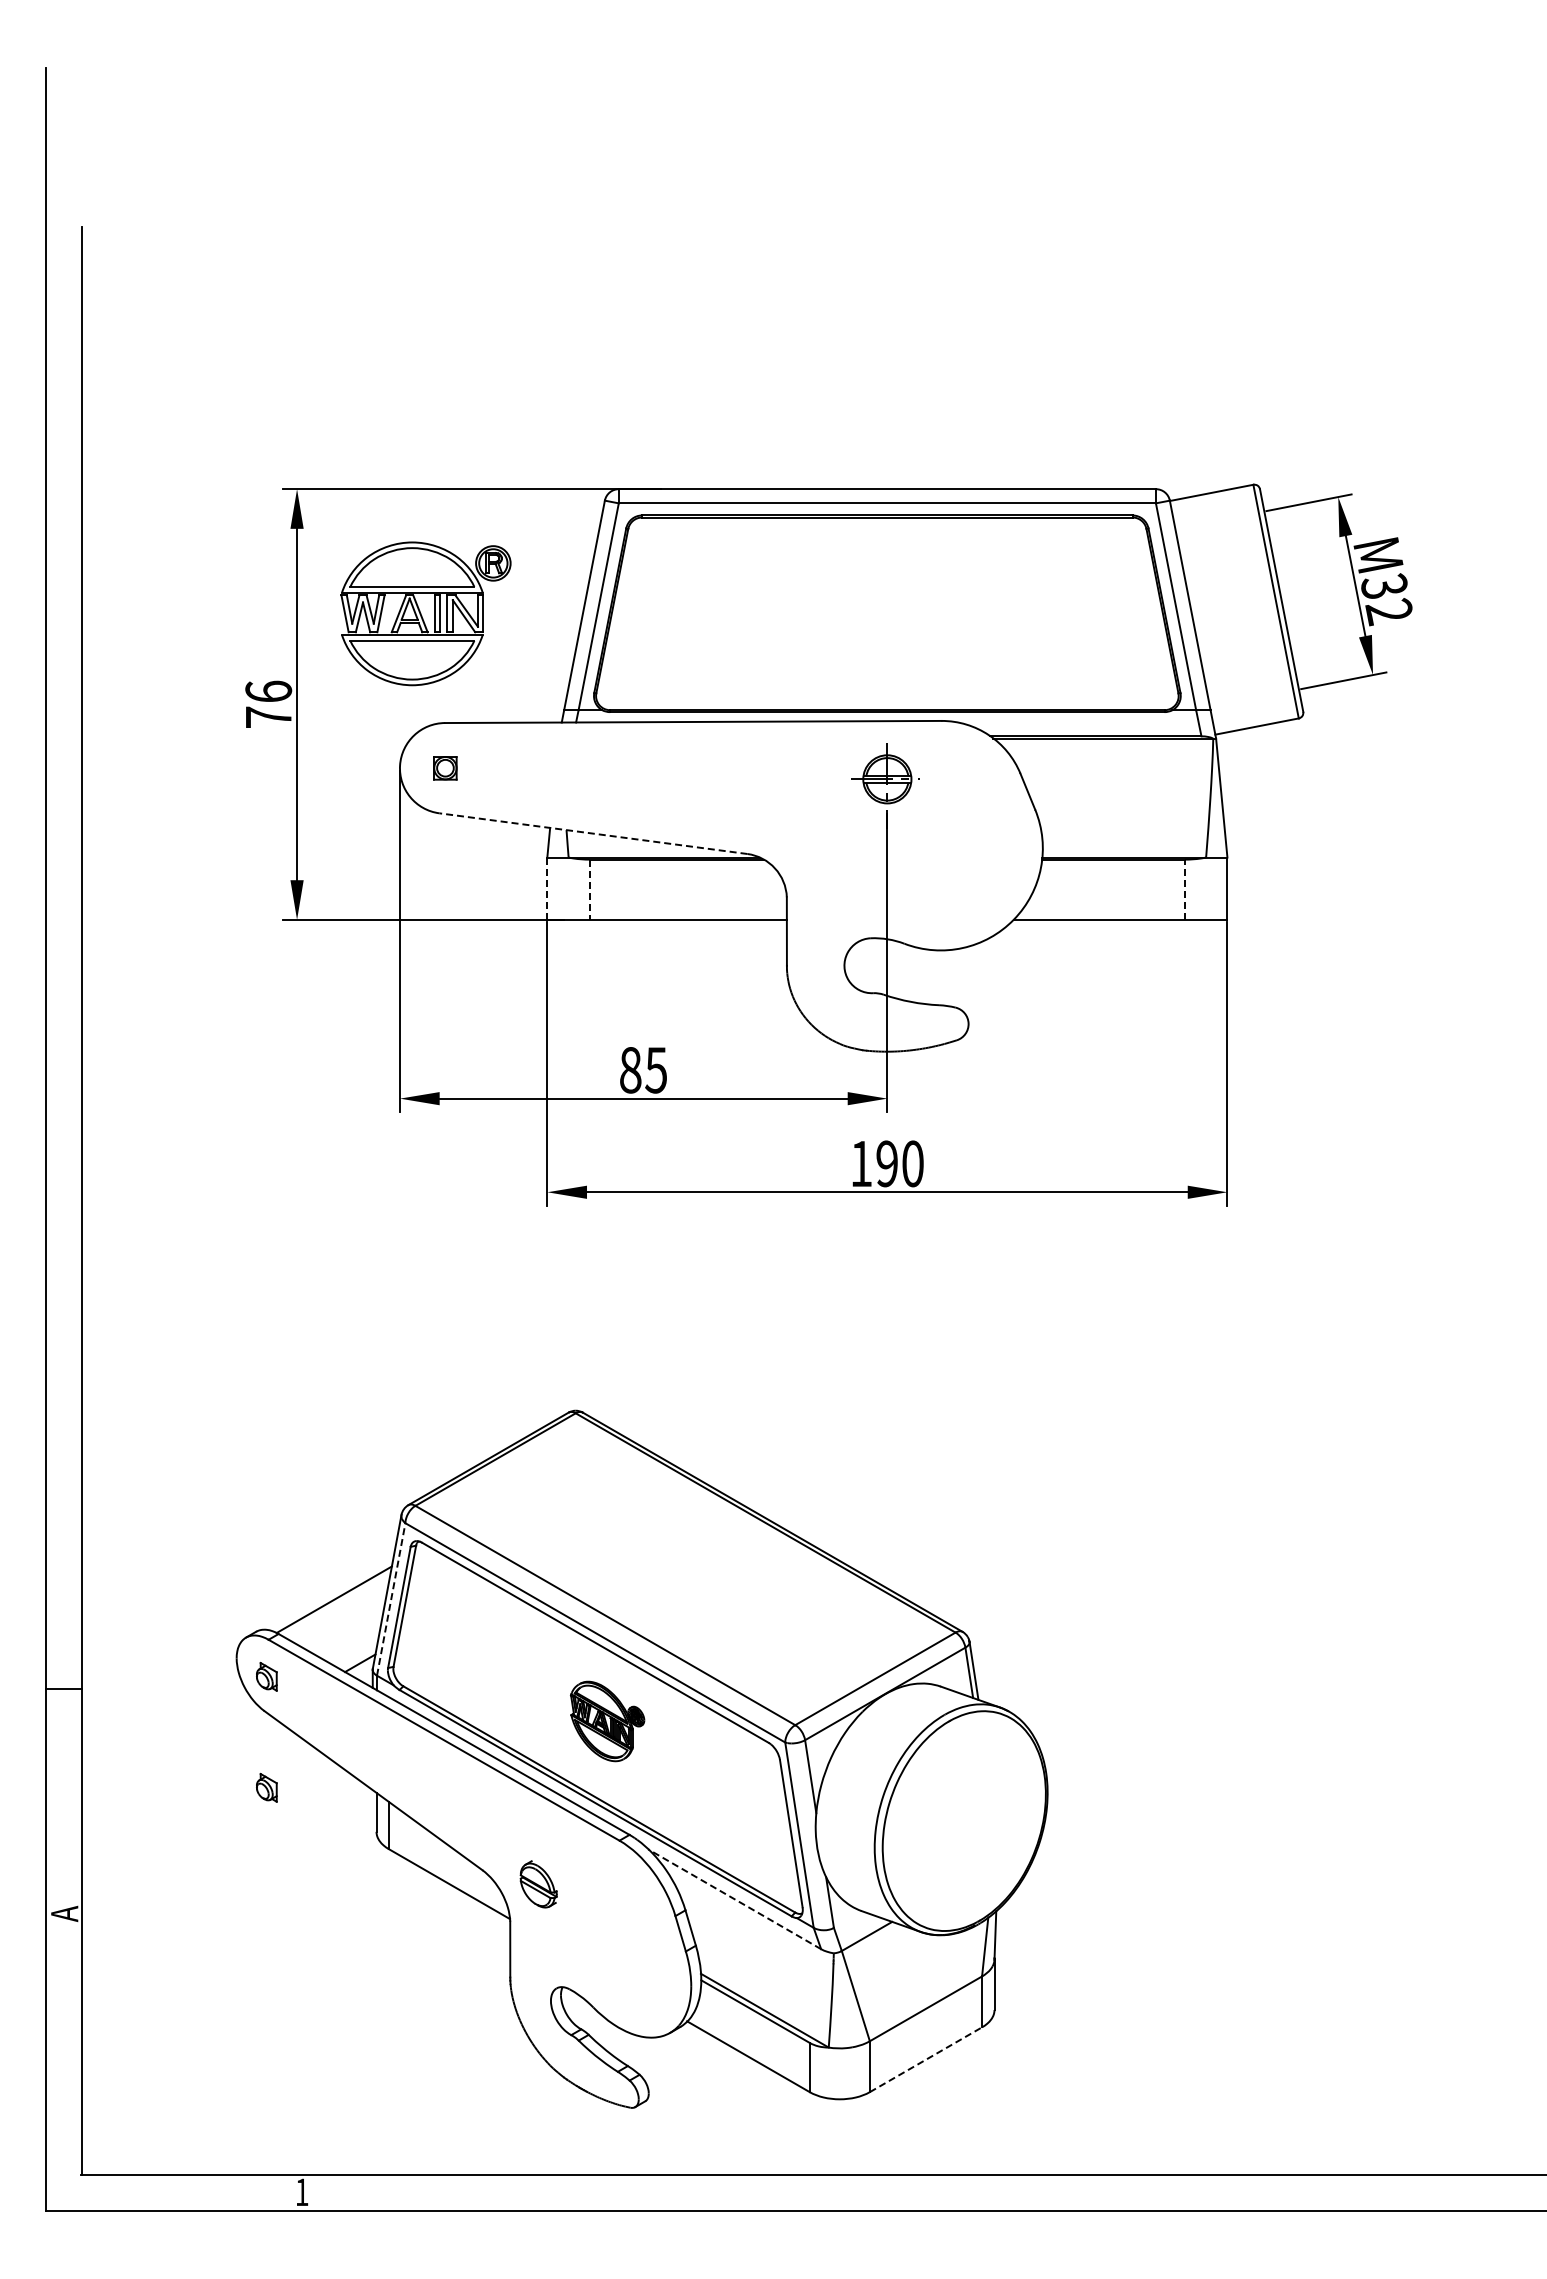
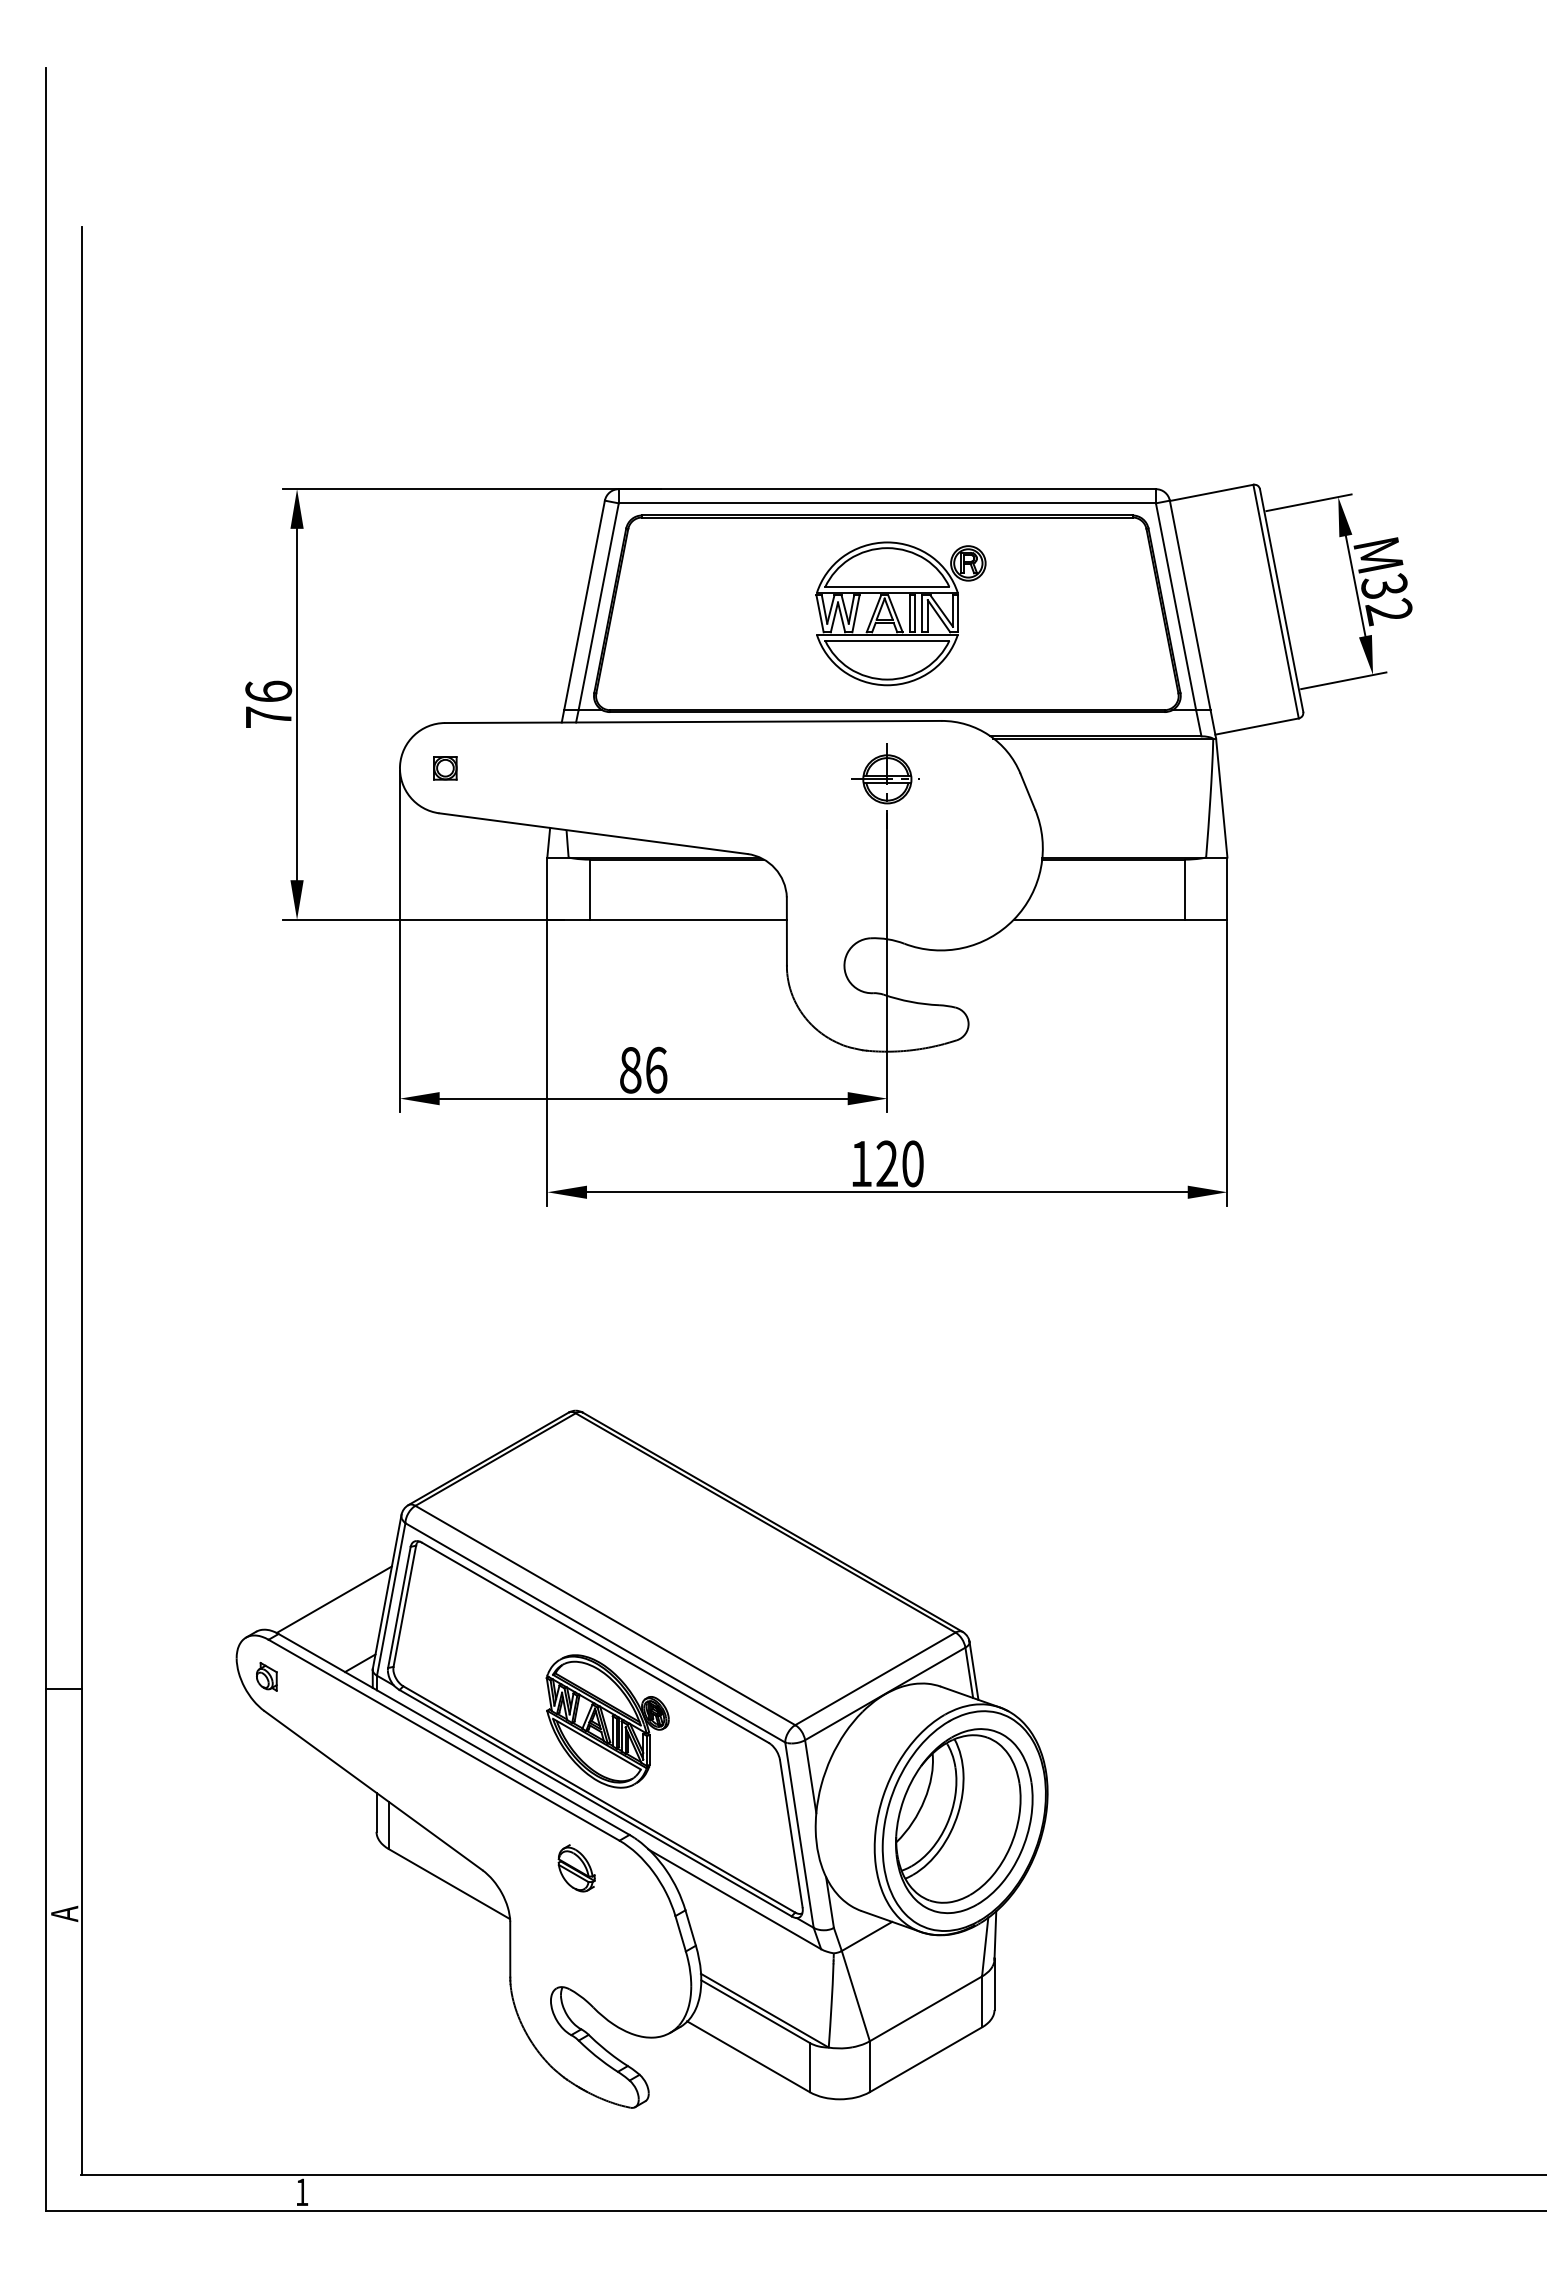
part at (425, 613) position: (425, 613) -> (900, 613)
line at (592, 833): dashed -> solid
line at (547, 889): dashed -> solid
line at (1184, 889): dashed -> solid
line at (589, 890): dashed -> solid
text at (656, 1069): 85 -> 86
text at (886, 1164): 190 -> 120
line at (391, 1599): dashed -> solid
part at (607, 1721) size: 76x83 px -> 125x135 px
part at (266, 1787): present -> none
part at (964, 1821): none -> present
part at (538, 1884) position: (538, 1884) -> (576, 1868)
line at (734, 1899): dashed -> solid
line at (925, 2059): dashed -> solid
